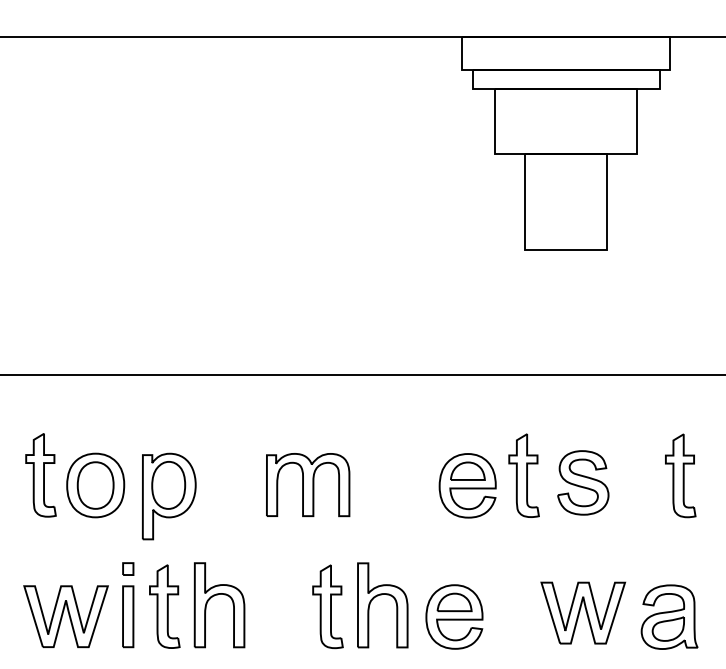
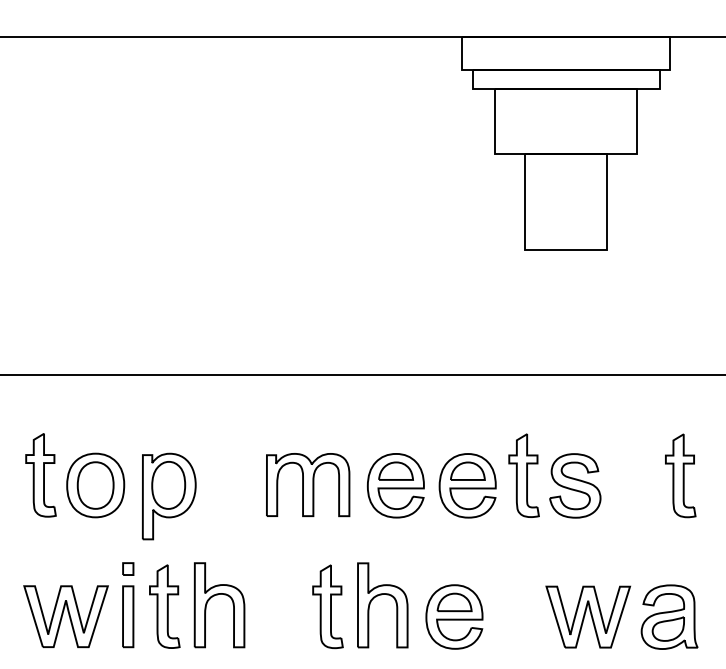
part at (583, 482) position: (583, 482) -> (575, 485)
part at (395, 485): none -> present
part at (583, 612) position: (583, 612) -> (588, 616)
